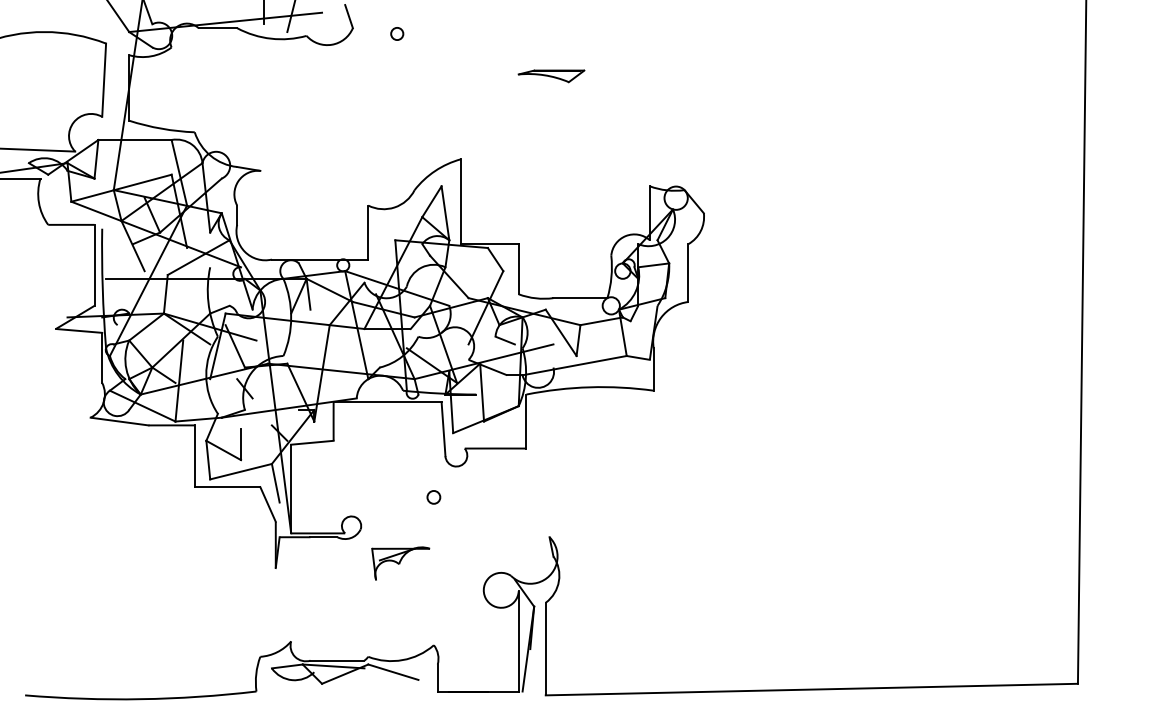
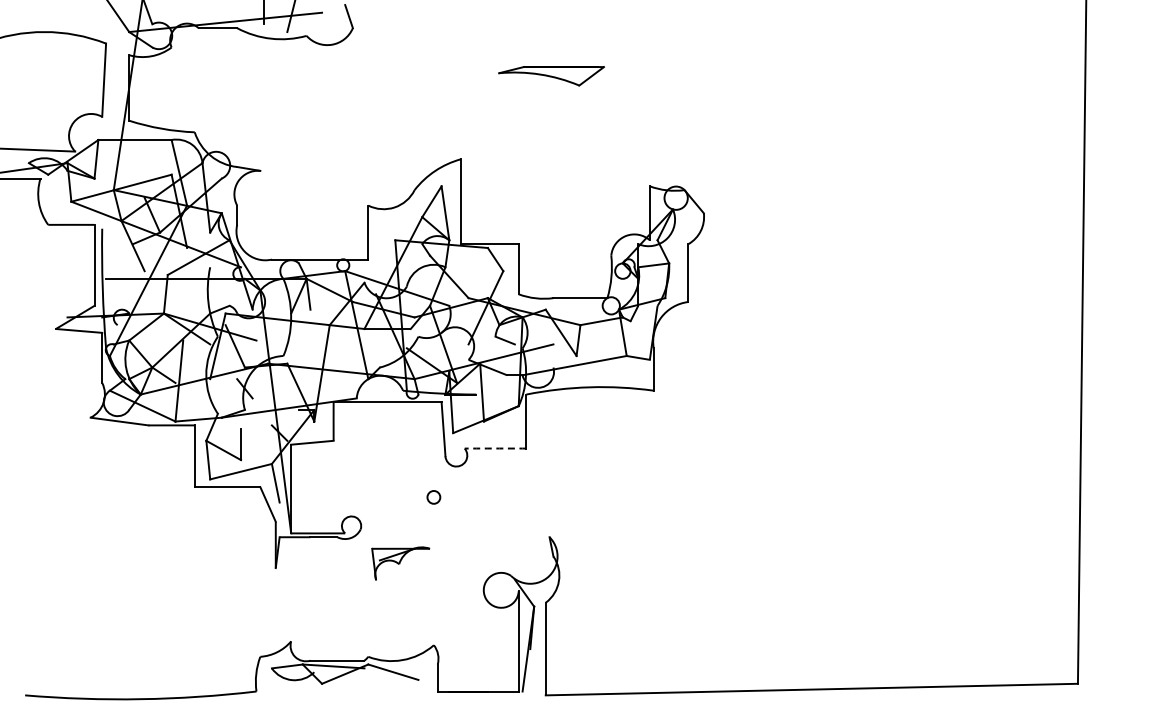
circle at (397, 33): present -> none
part at (551, 76) size: 69x15 px -> 107x21 px
arc at (495, 448): solid -> dashed
